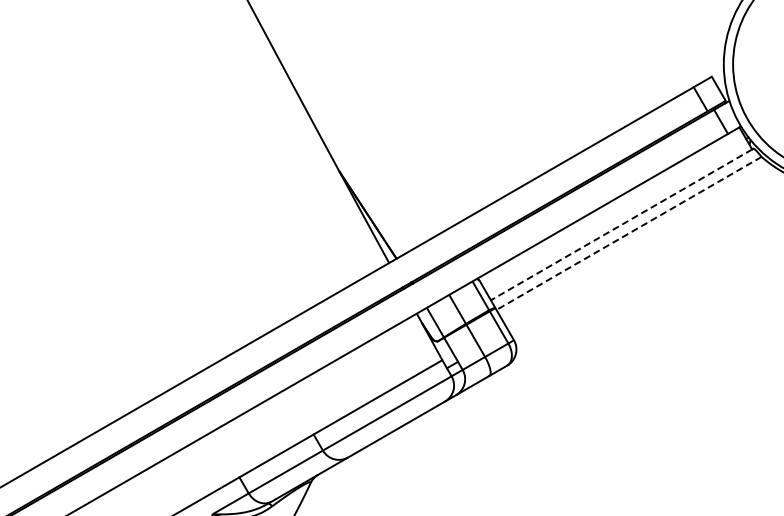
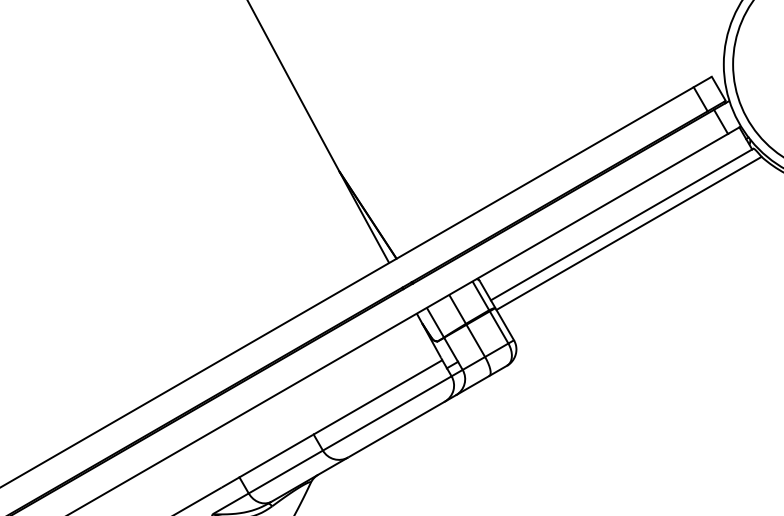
line at (621, 224): dashed -> solid
line at (628, 233): dashed -> solid
